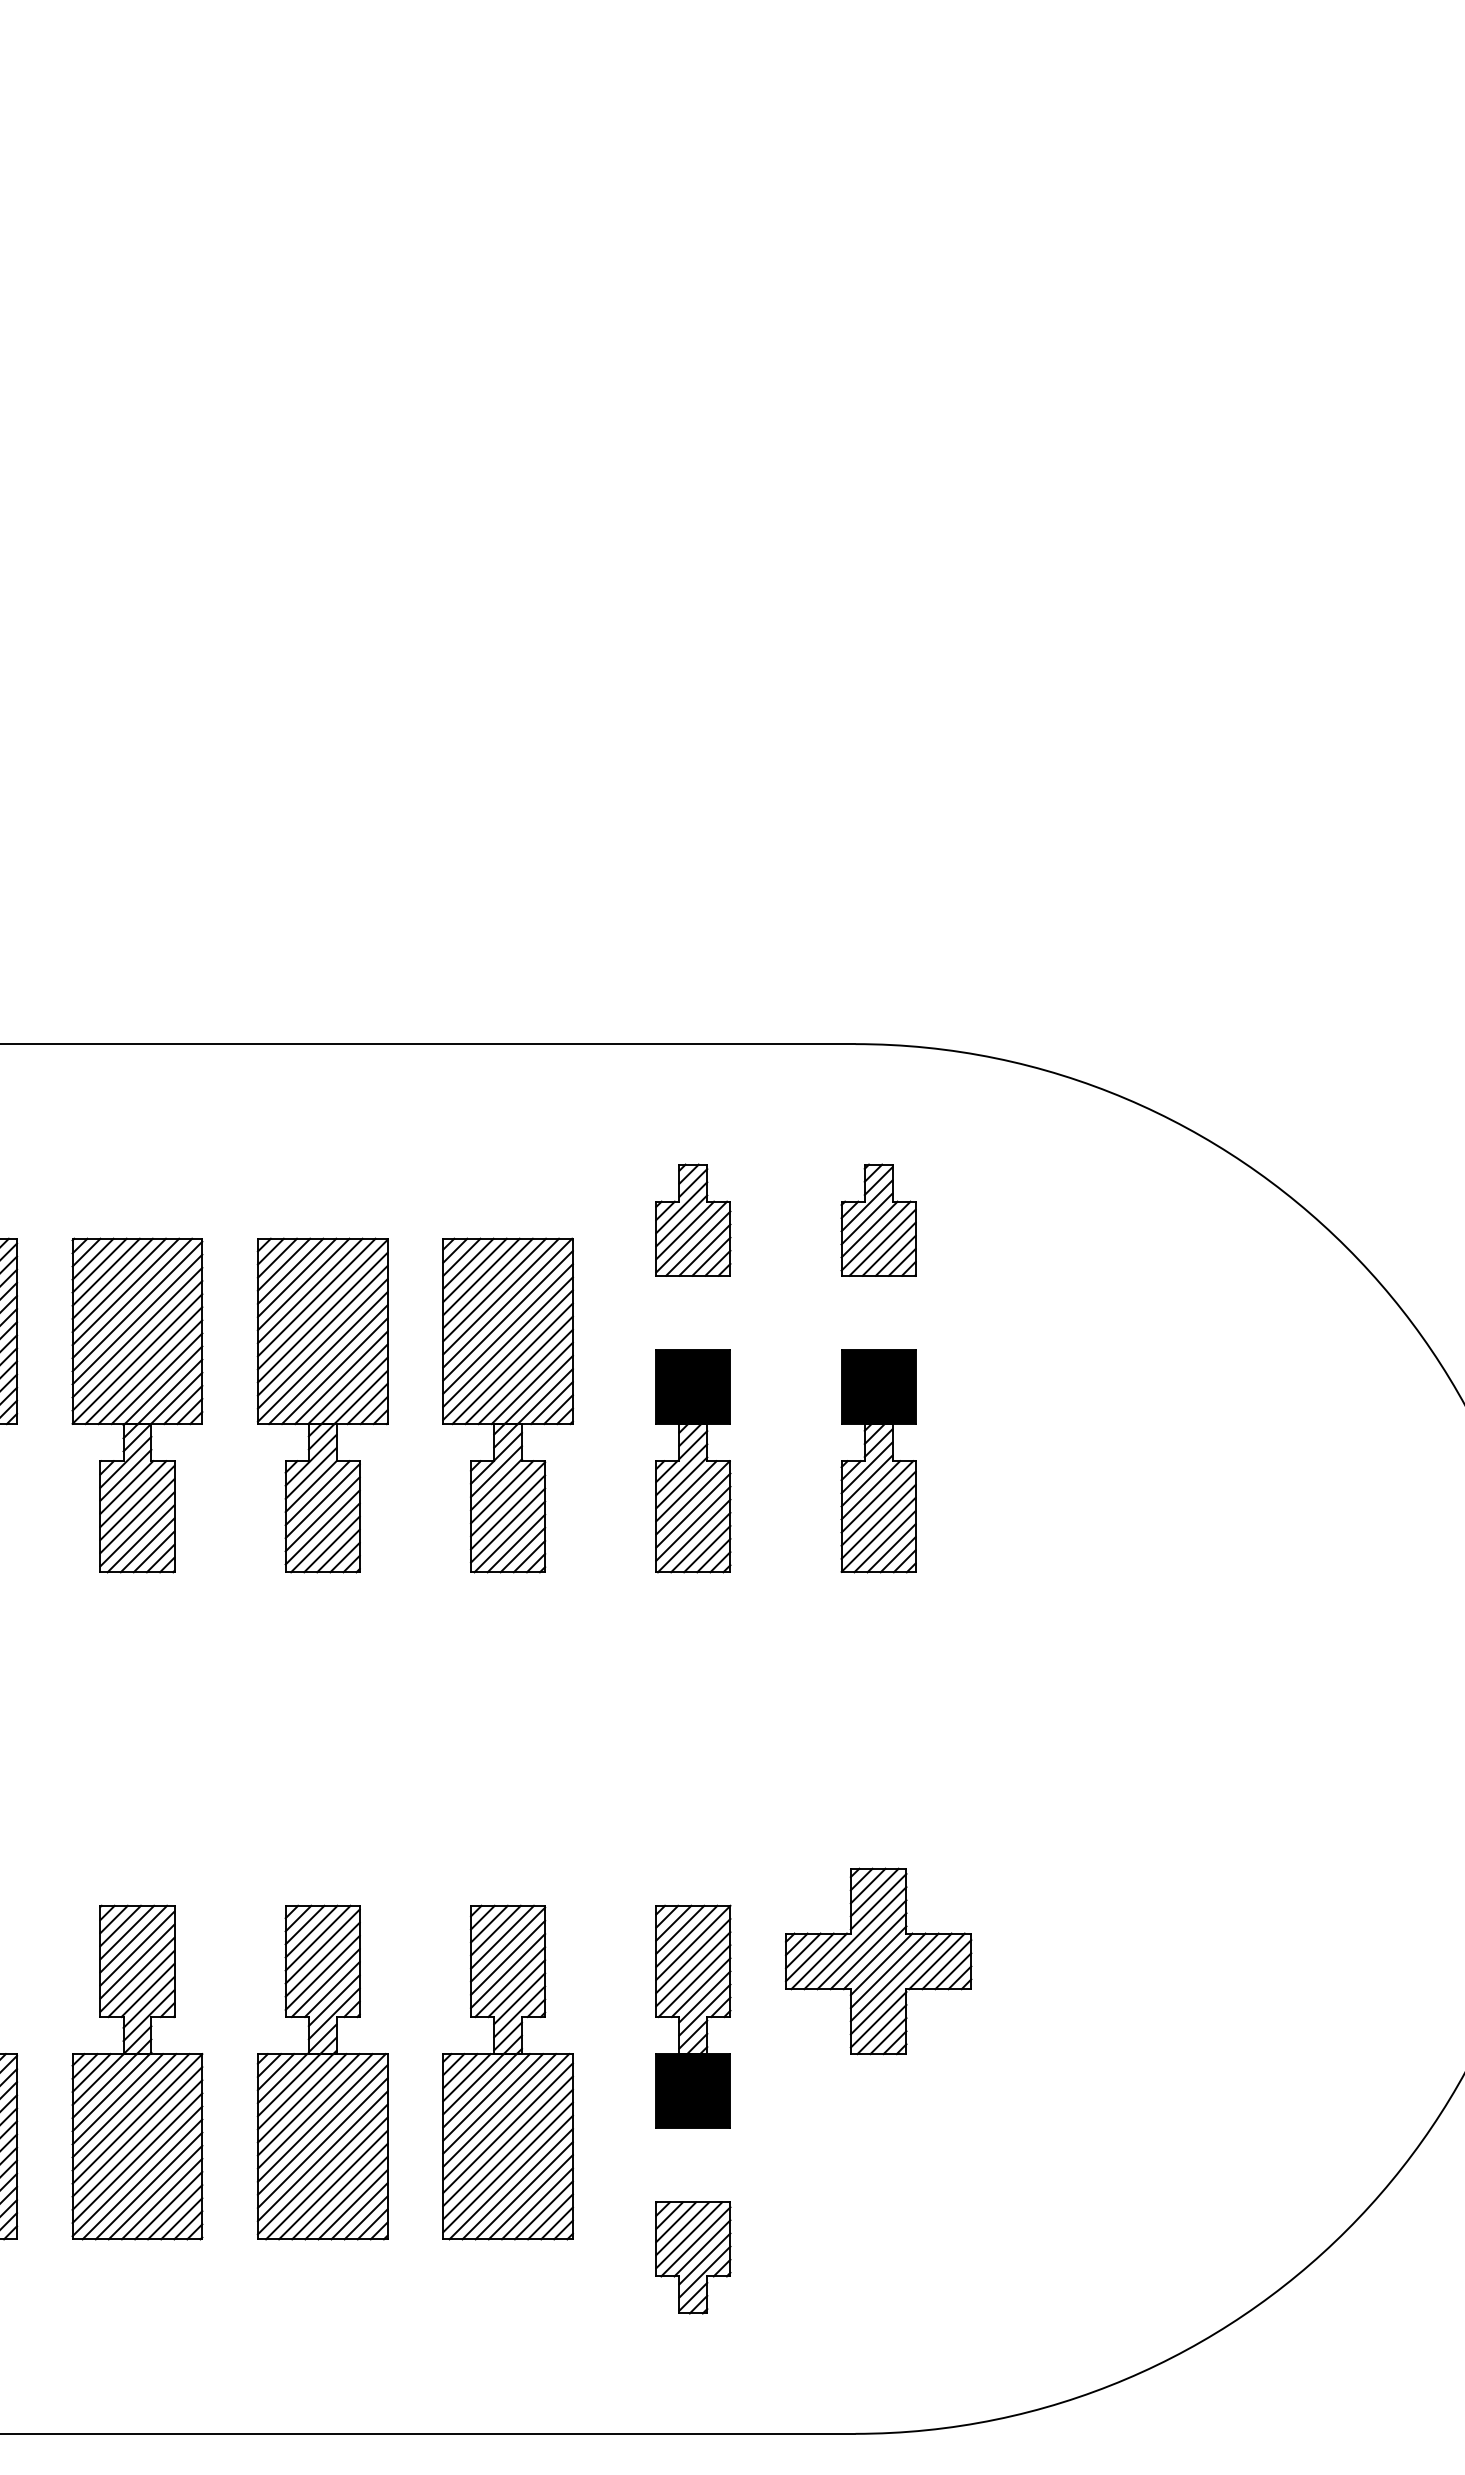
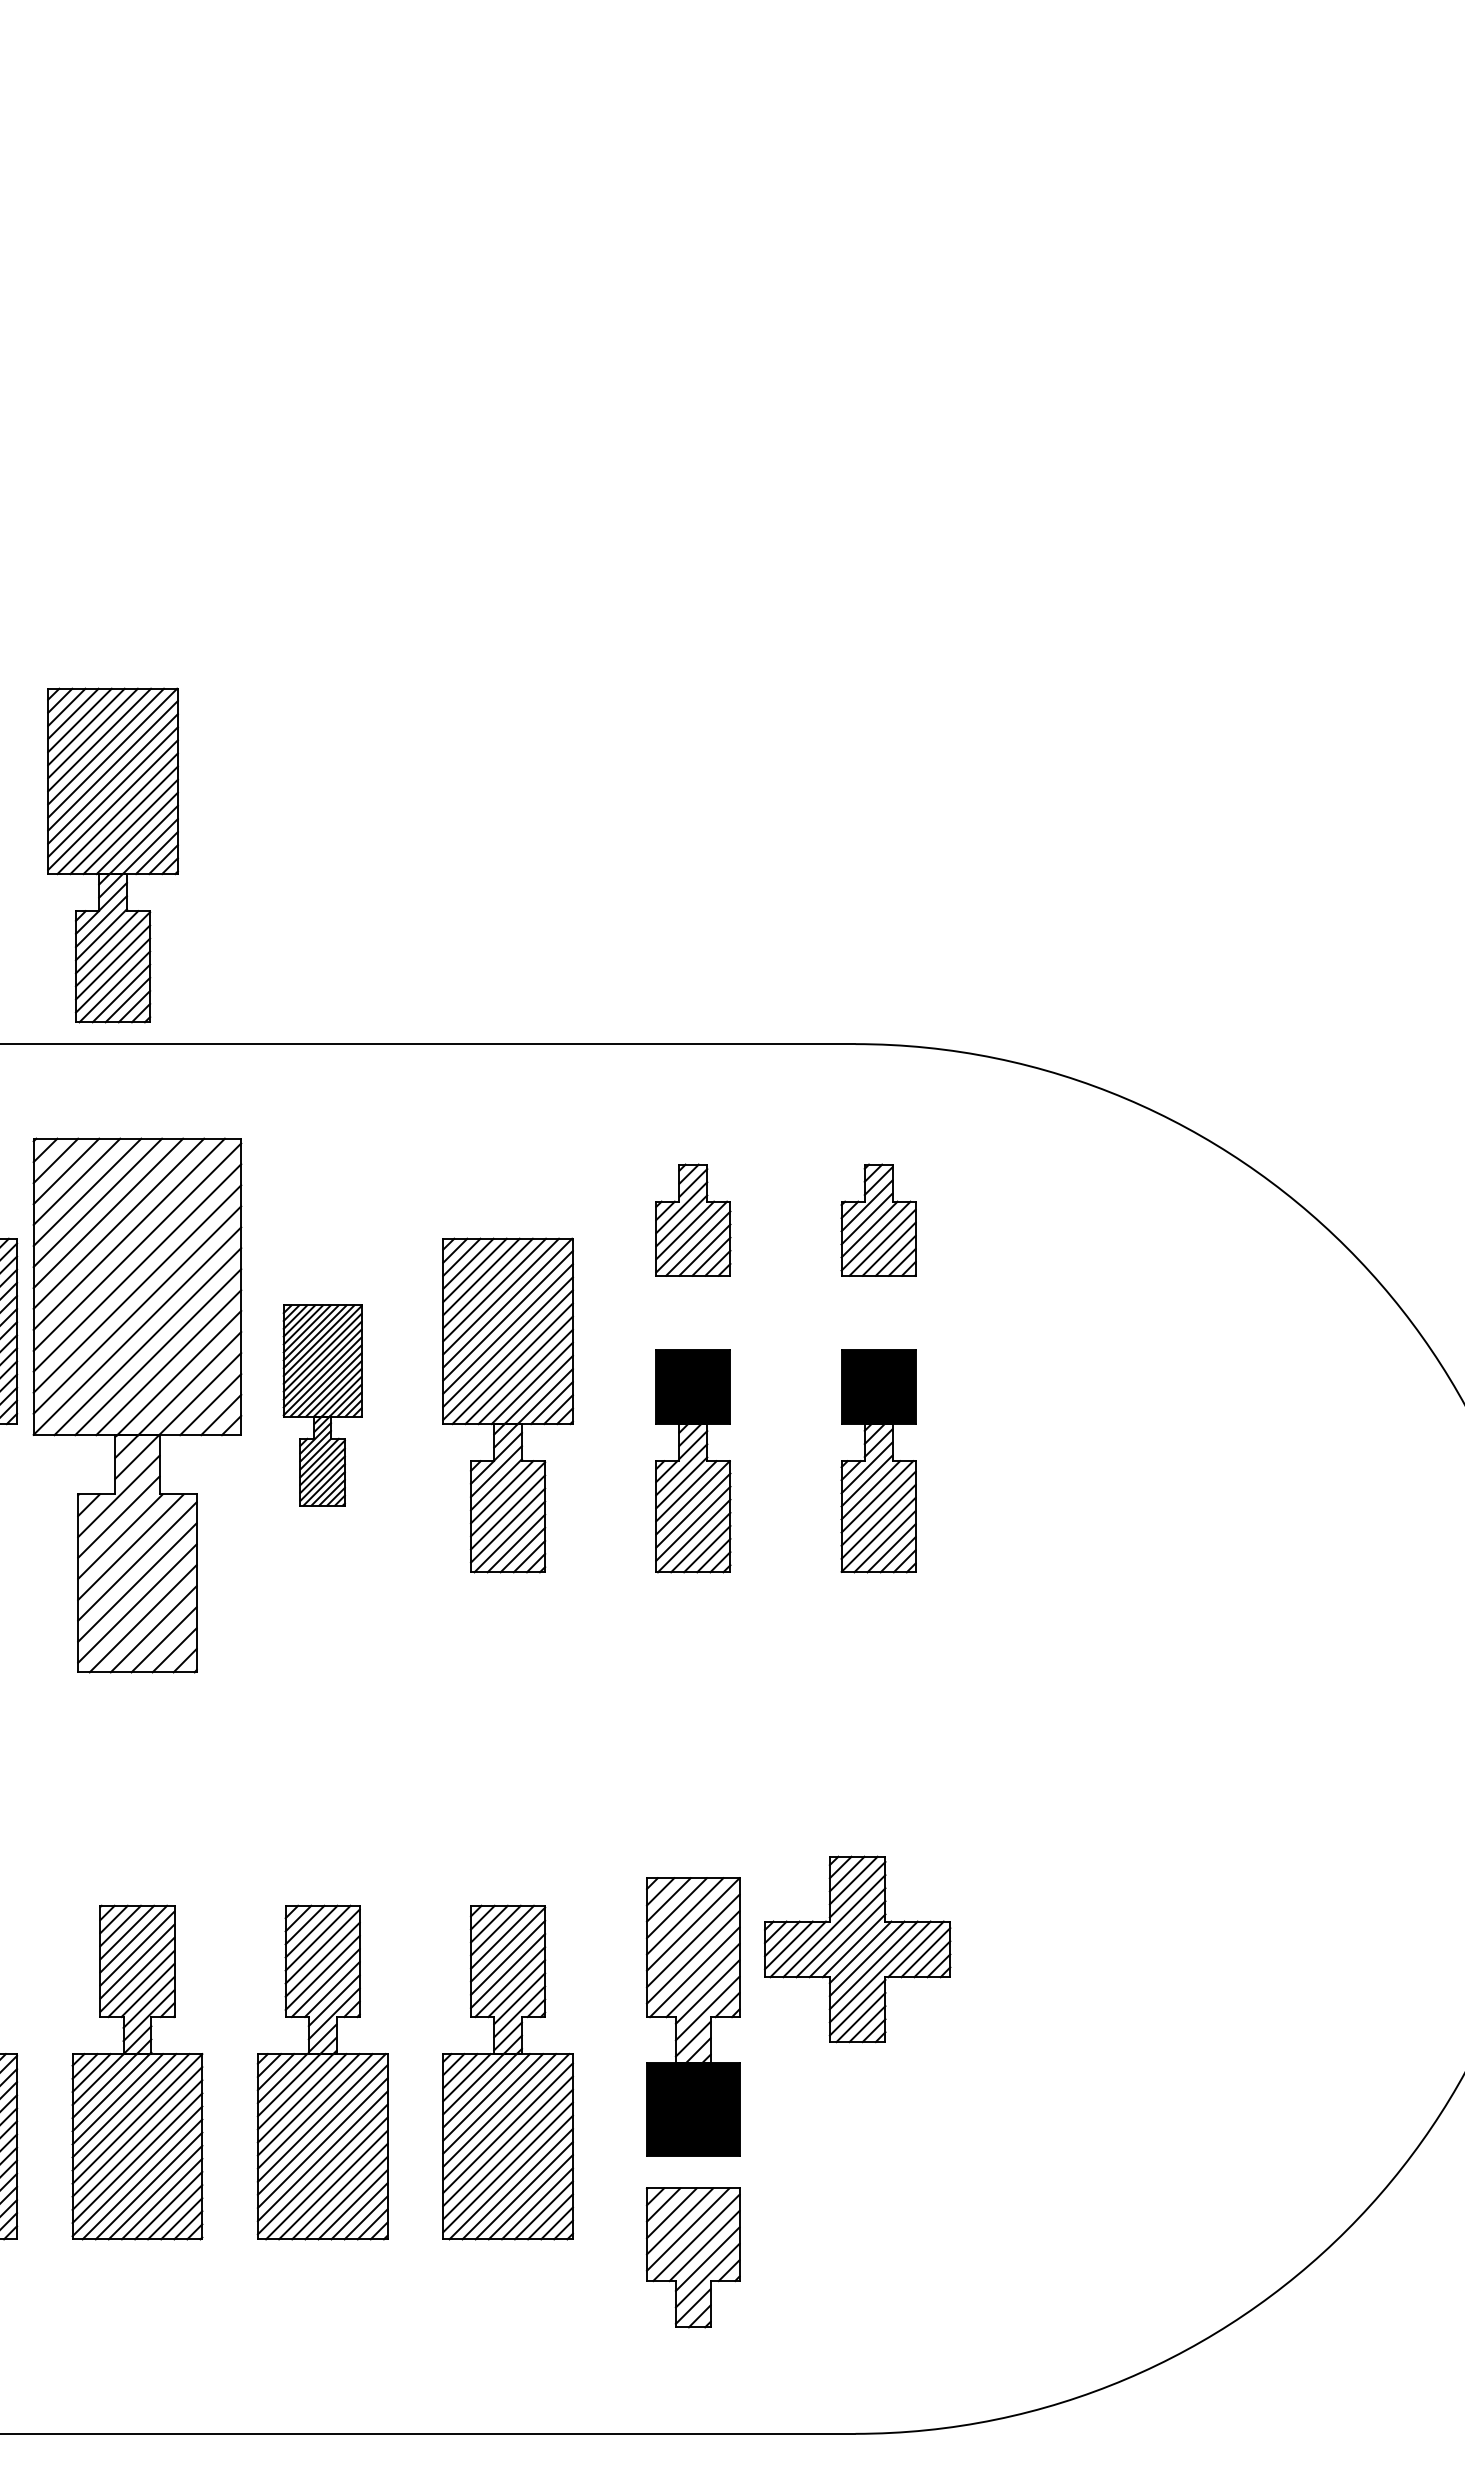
part at (112, 855): none -> present
part at (137, 1405) size: 133x337 px -> 211x537 px
part at (322, 1405) size: 133x337 px -> 81x203 px
part at (878, 1961) position: (878, 1961) -> (857, 1949)
part at (693, 2016) size: 77x225 px -> 95x280 px
part at (693, 2257) size: 77x114 px -> 95x142 px
